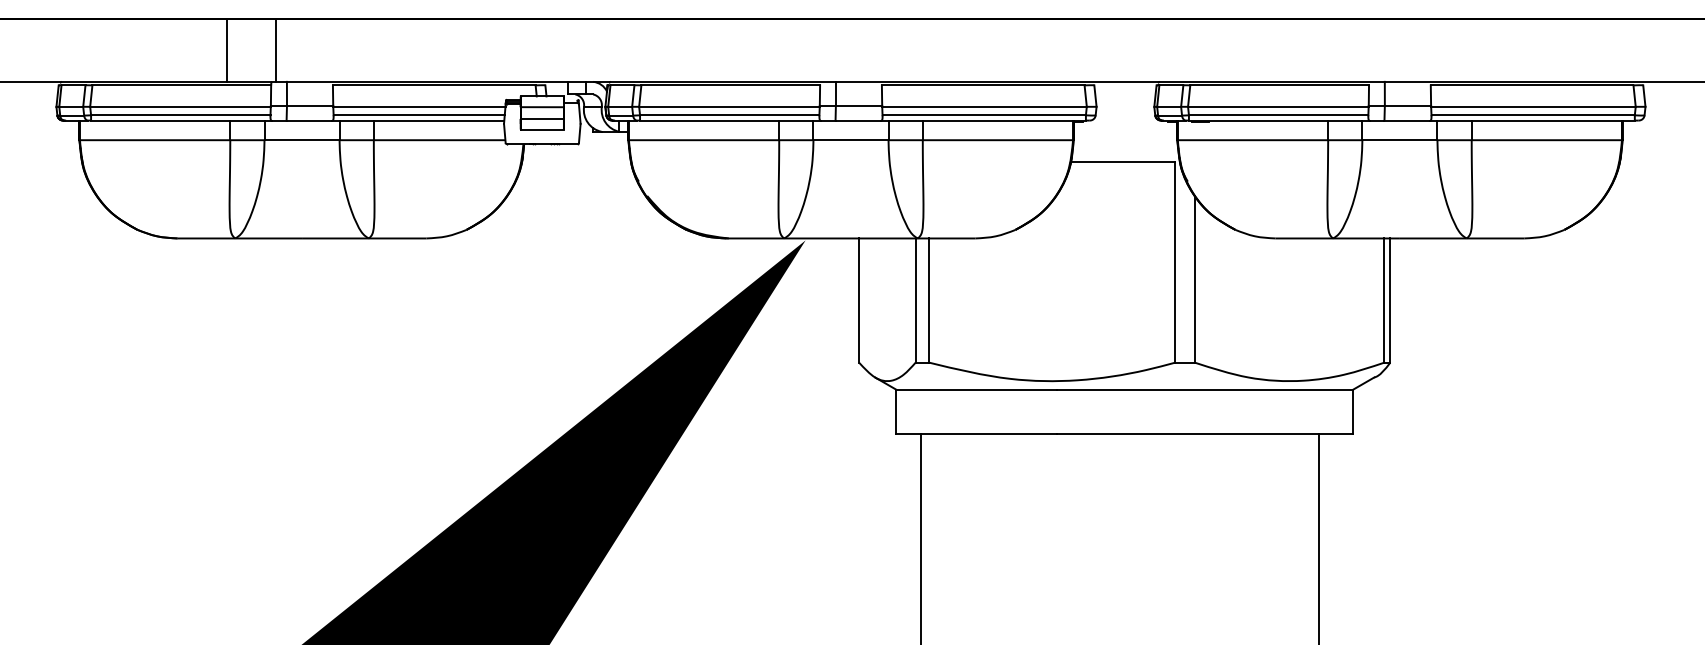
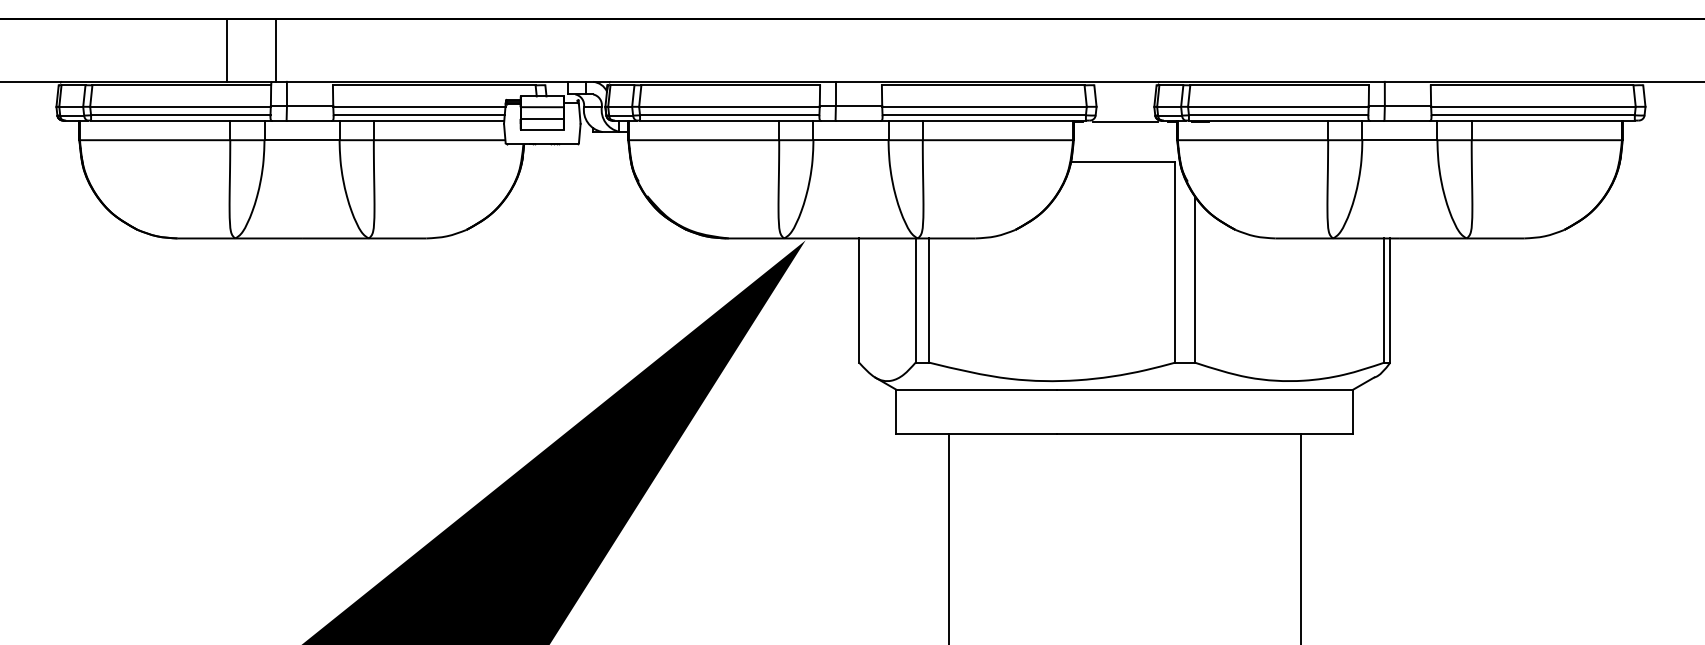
line at (1125, 121): none -> present
line at (920, 537) position: (920, 537) -> (948, 537)
line at (1318, 537) position: (1318, 537) -> (1300, 537)
